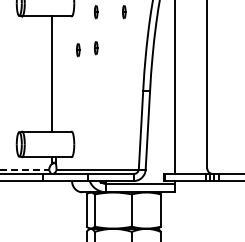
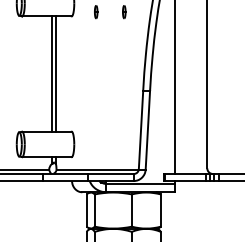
part at (96, 48): present -> none
part at (78, 50): present -> none
line at (55, 73): none -> present
line at (24, 169): dashed -> solid
